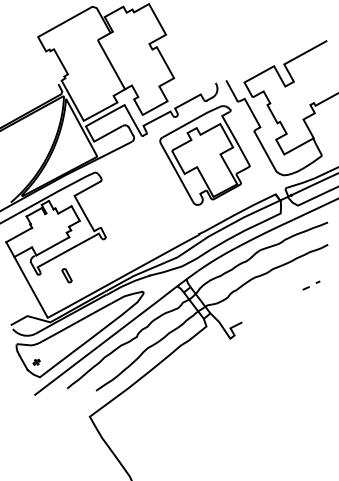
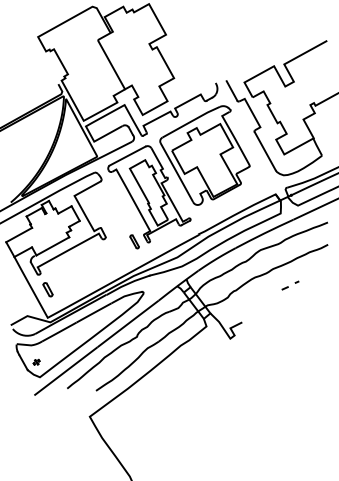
part at (149, 197): none -> present
part at (66, 275) position: (66, 275) -> (47, 289)
part at (311, 285) position: (311, 285) -> (290, 285)
